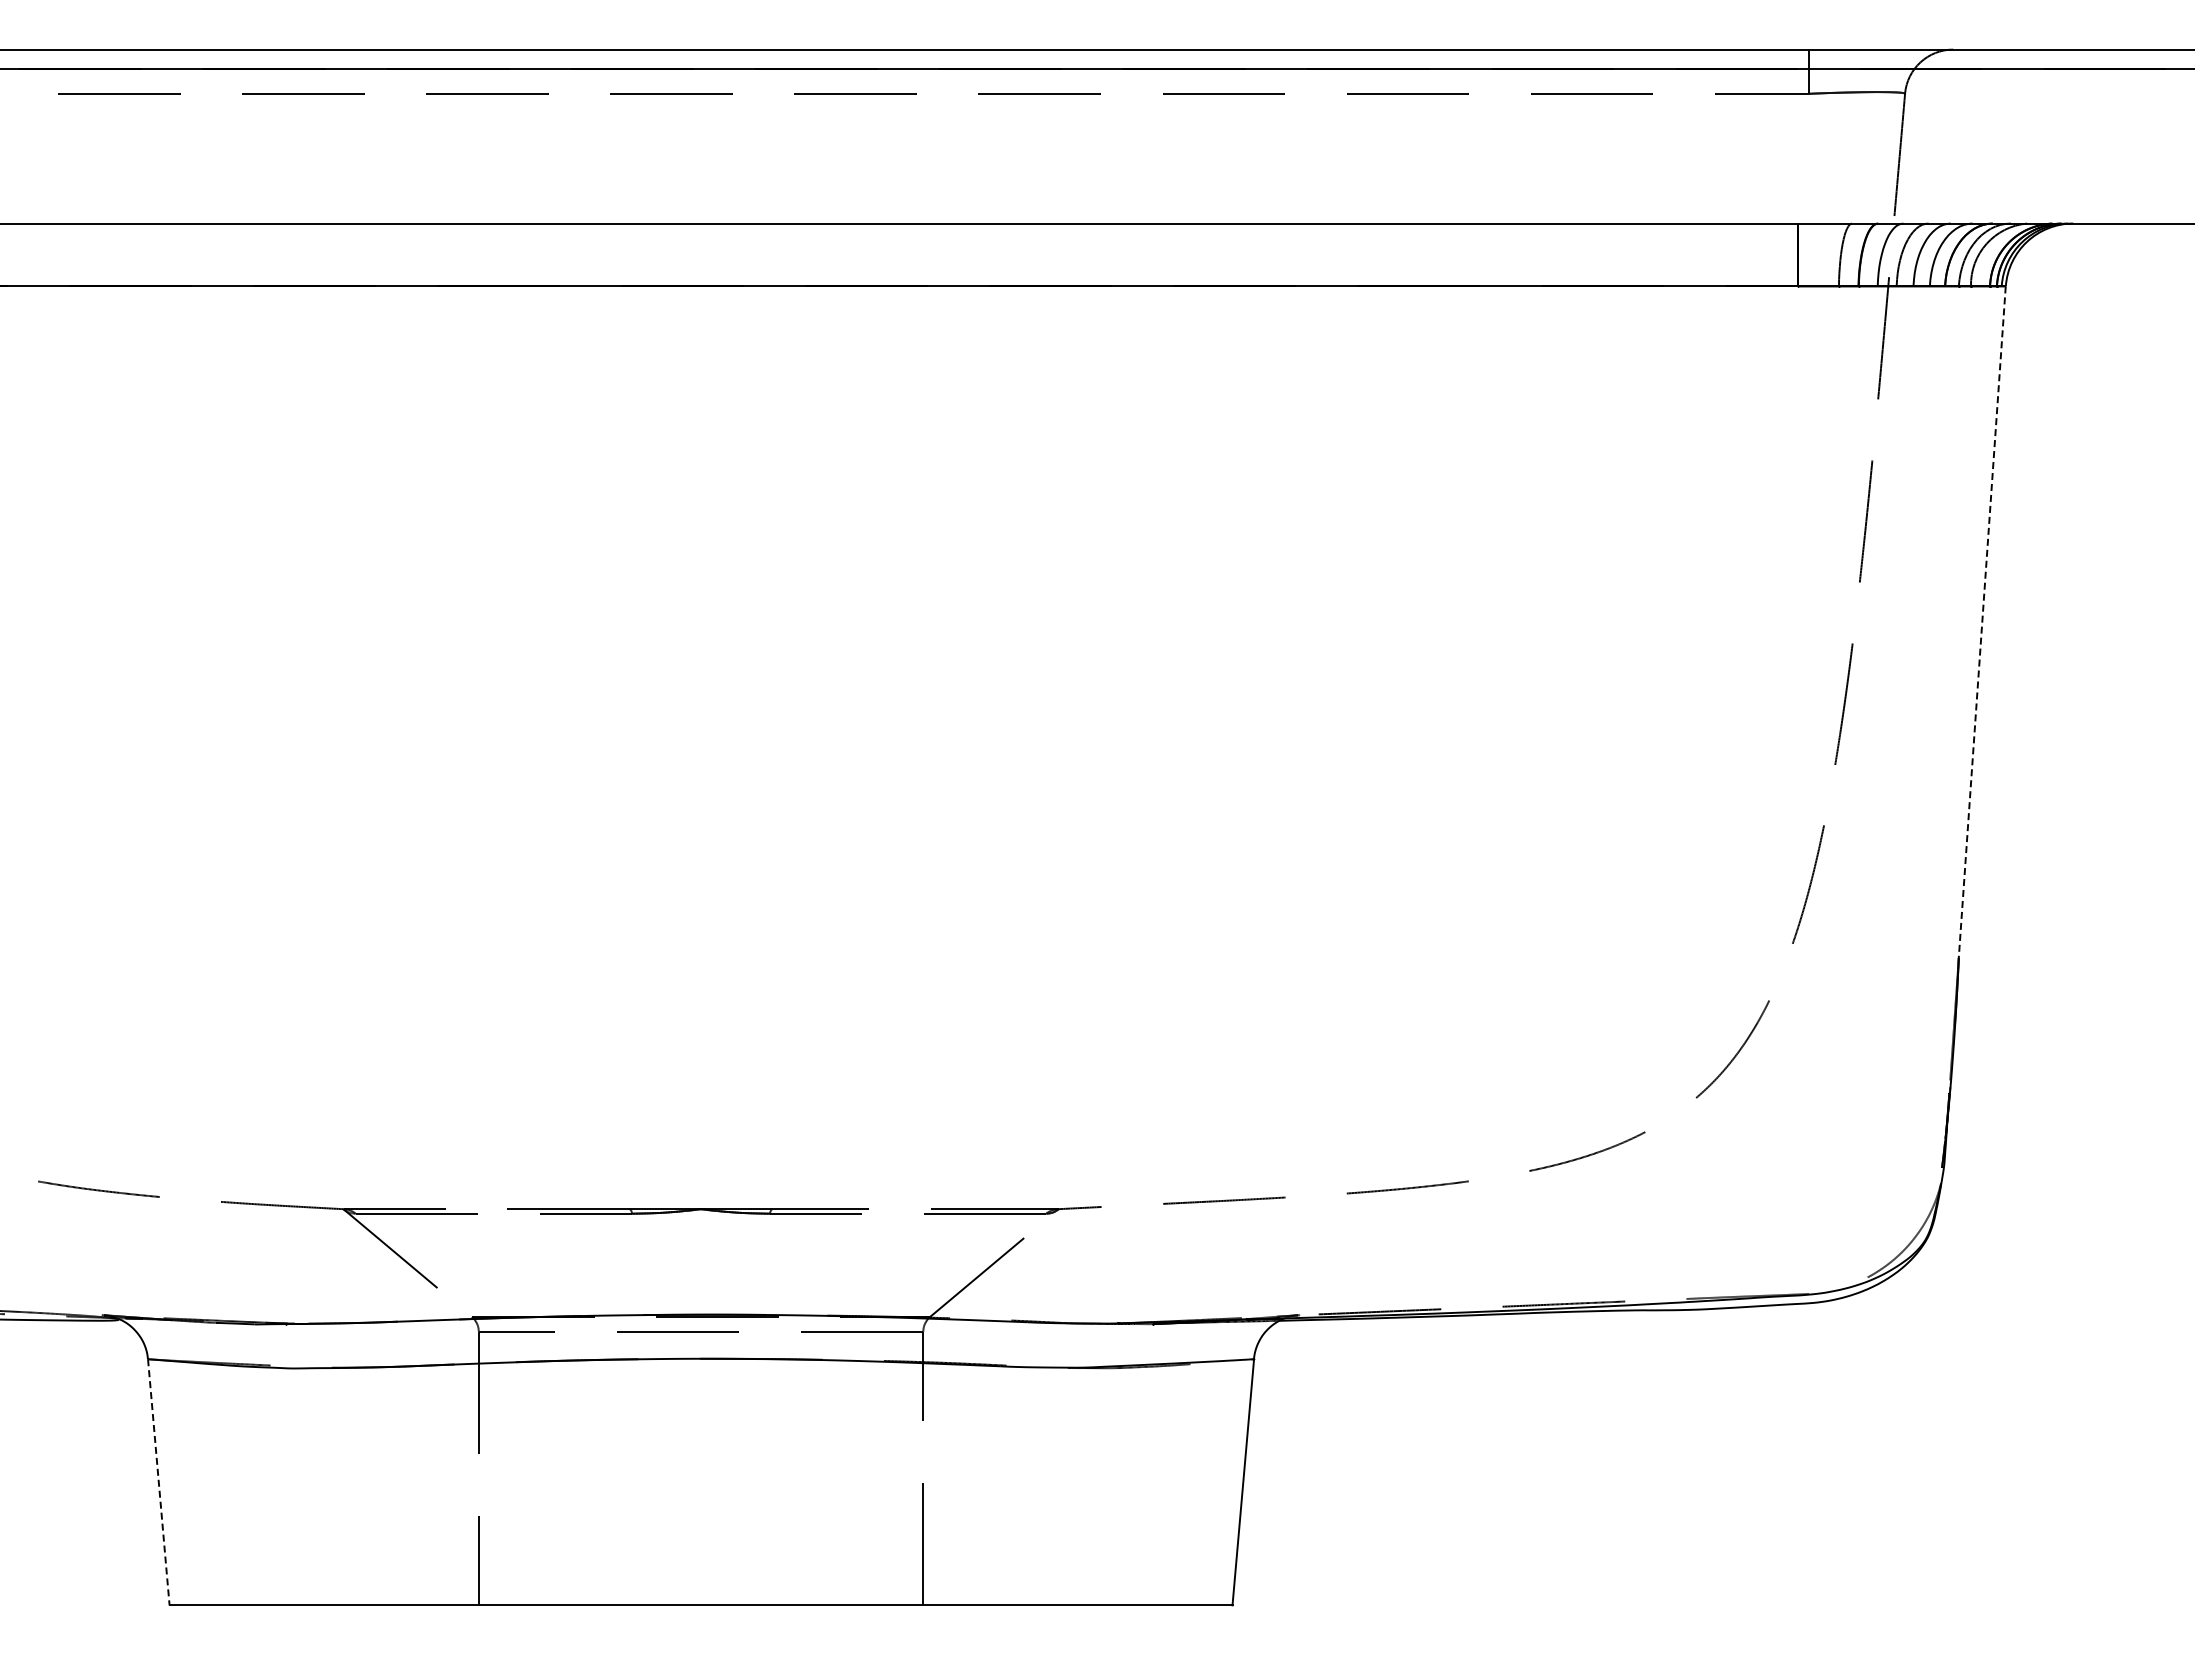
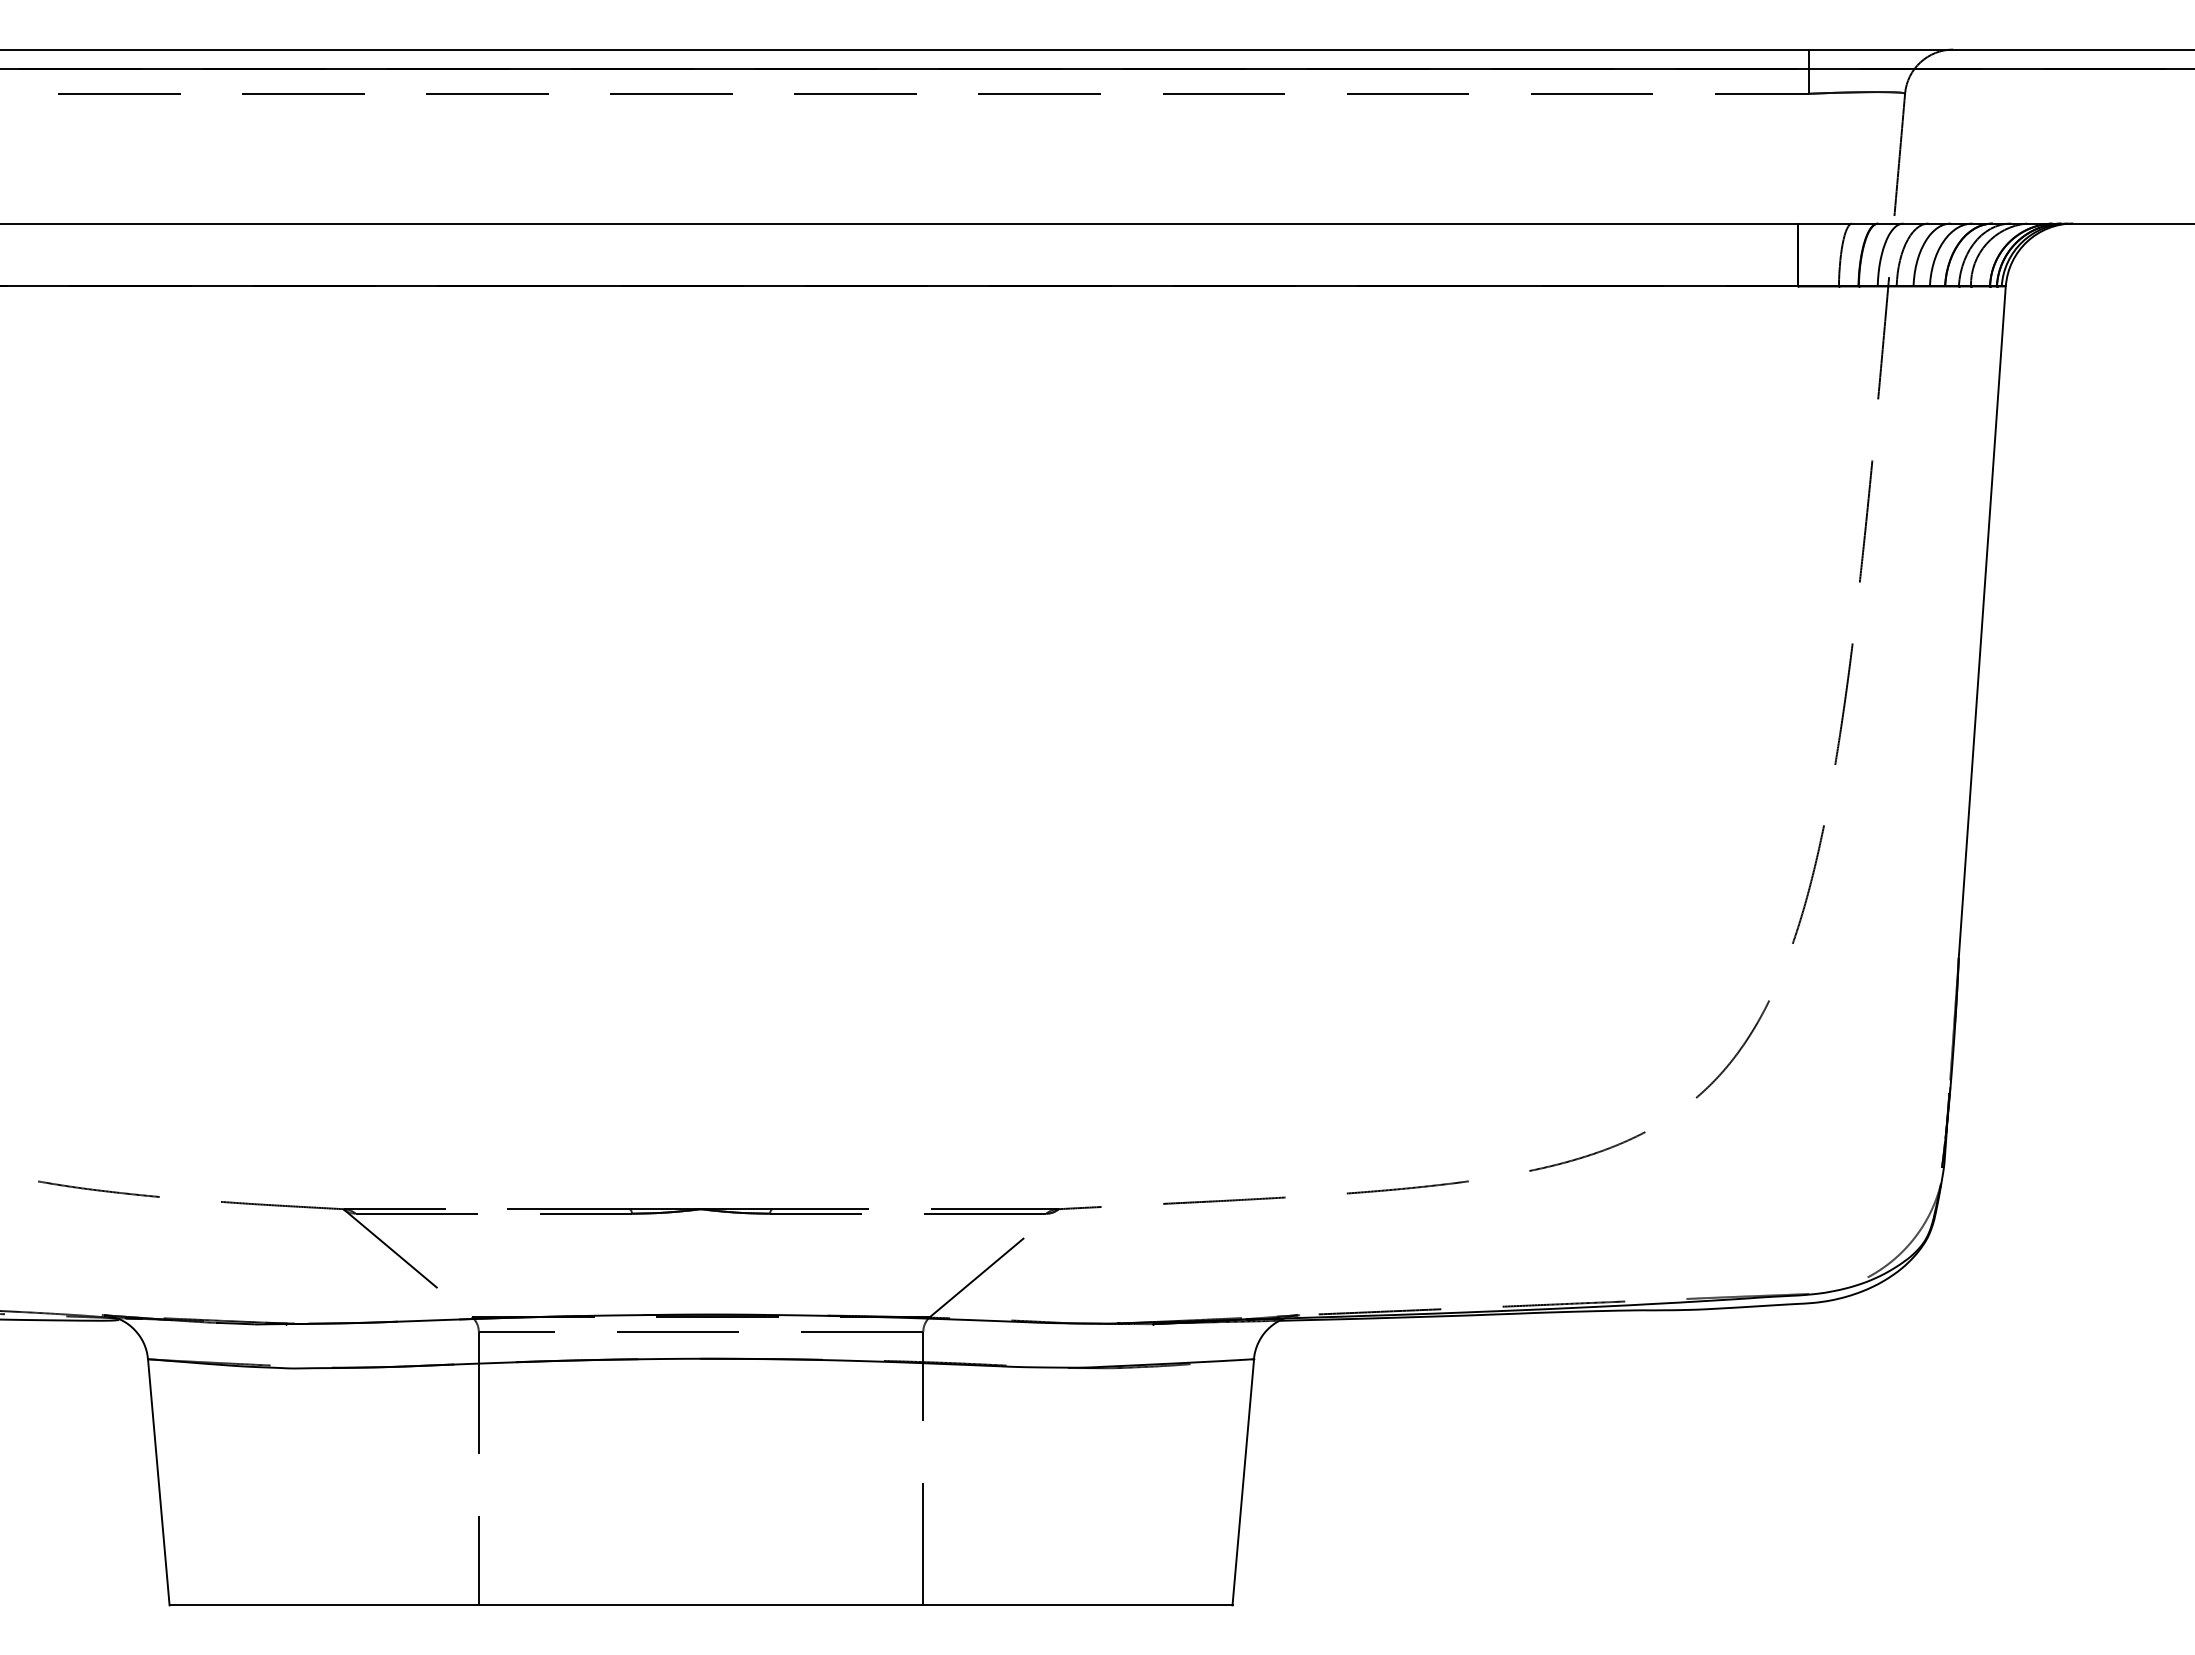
line at (1982, 622): dashed -> solid
line at (158, 1482): dashed -> solid
